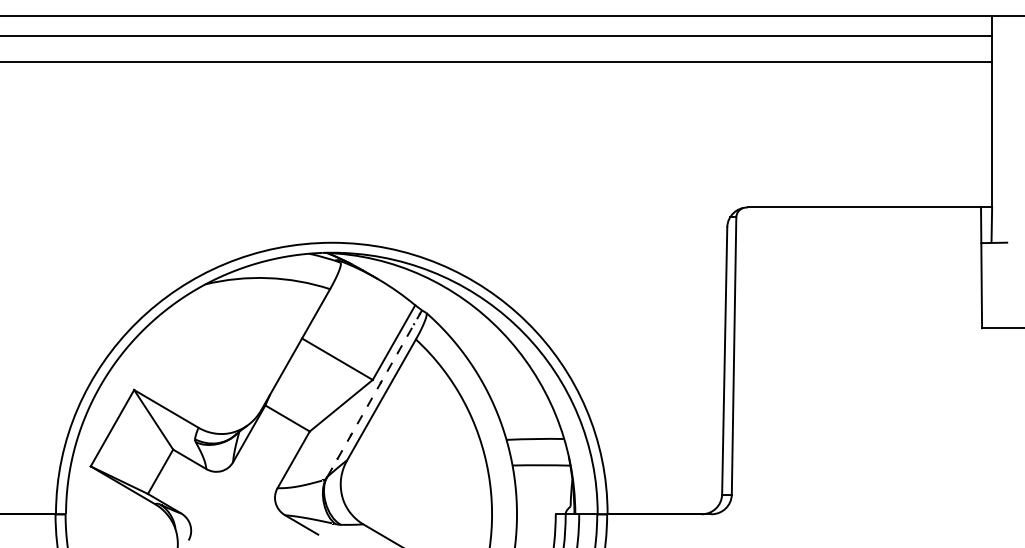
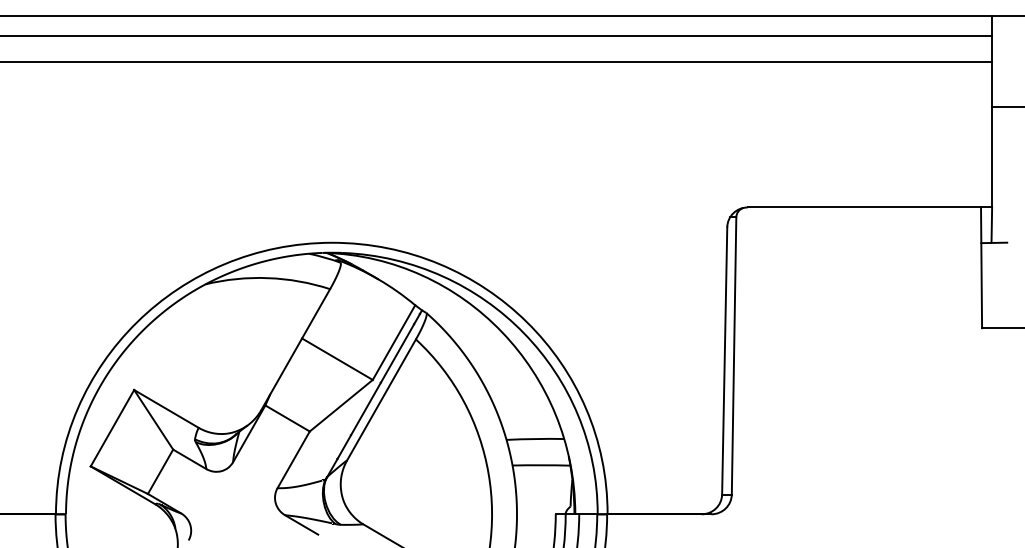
line at (1006, 106): none -> present
line at (374, 393): dashed -> solid
